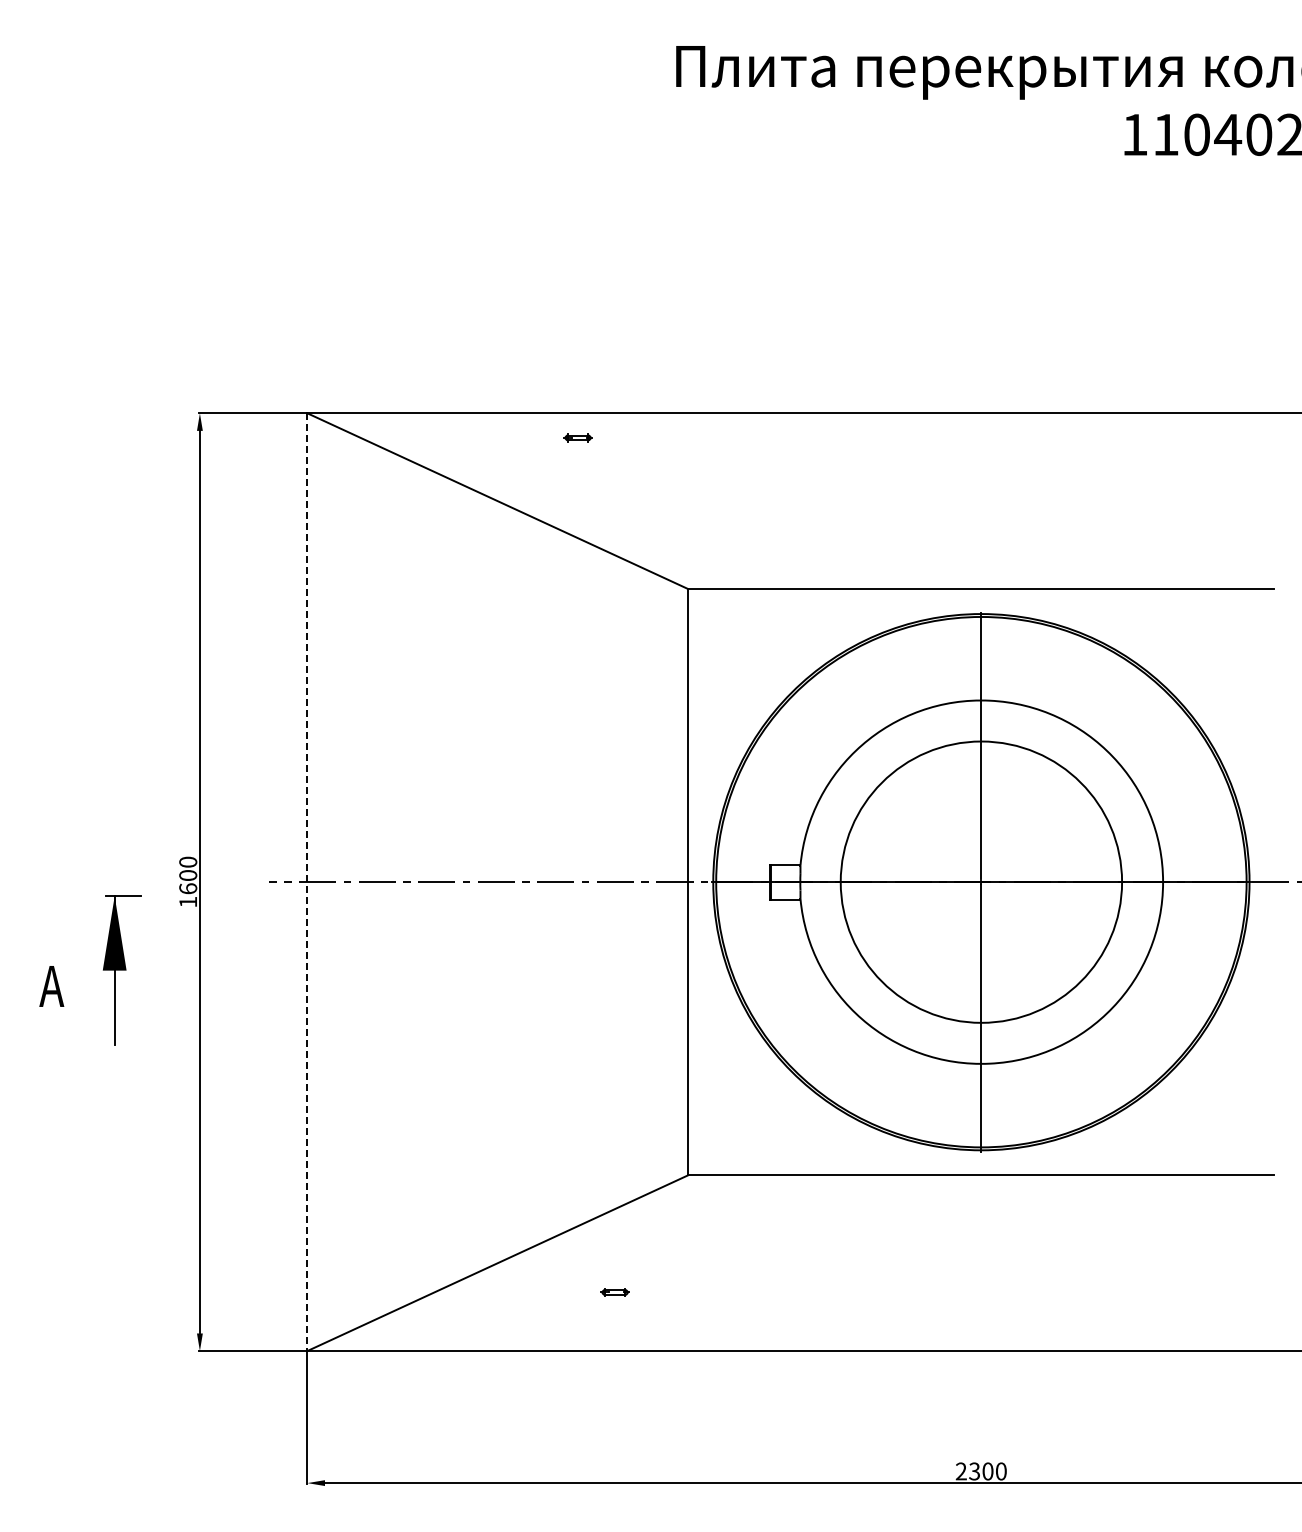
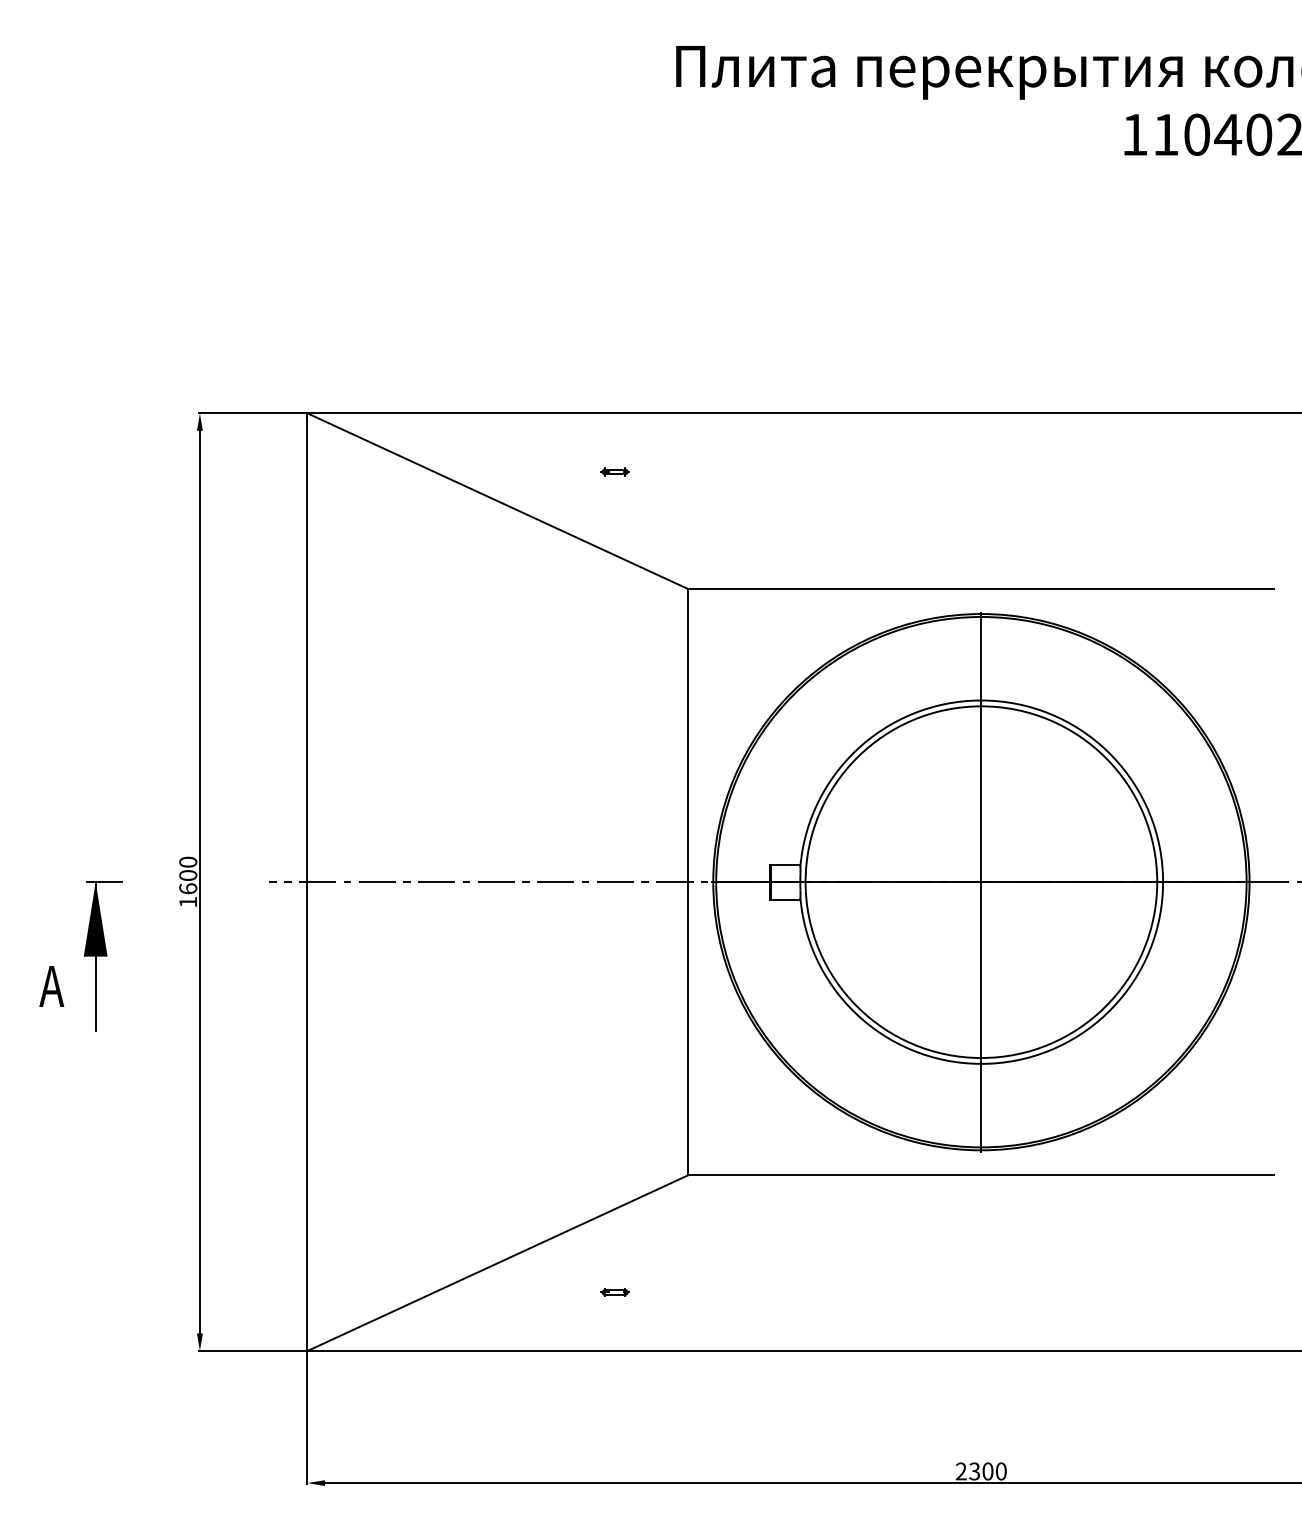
part at (577, 437) position: (577, 437) -> (614, 471)
circle at (981, 881) diameter: 281 px -> 352 px
line at (307, 882): dashed -> solid
part at (122, 970) position: (122, 970) -> (103, 956)
